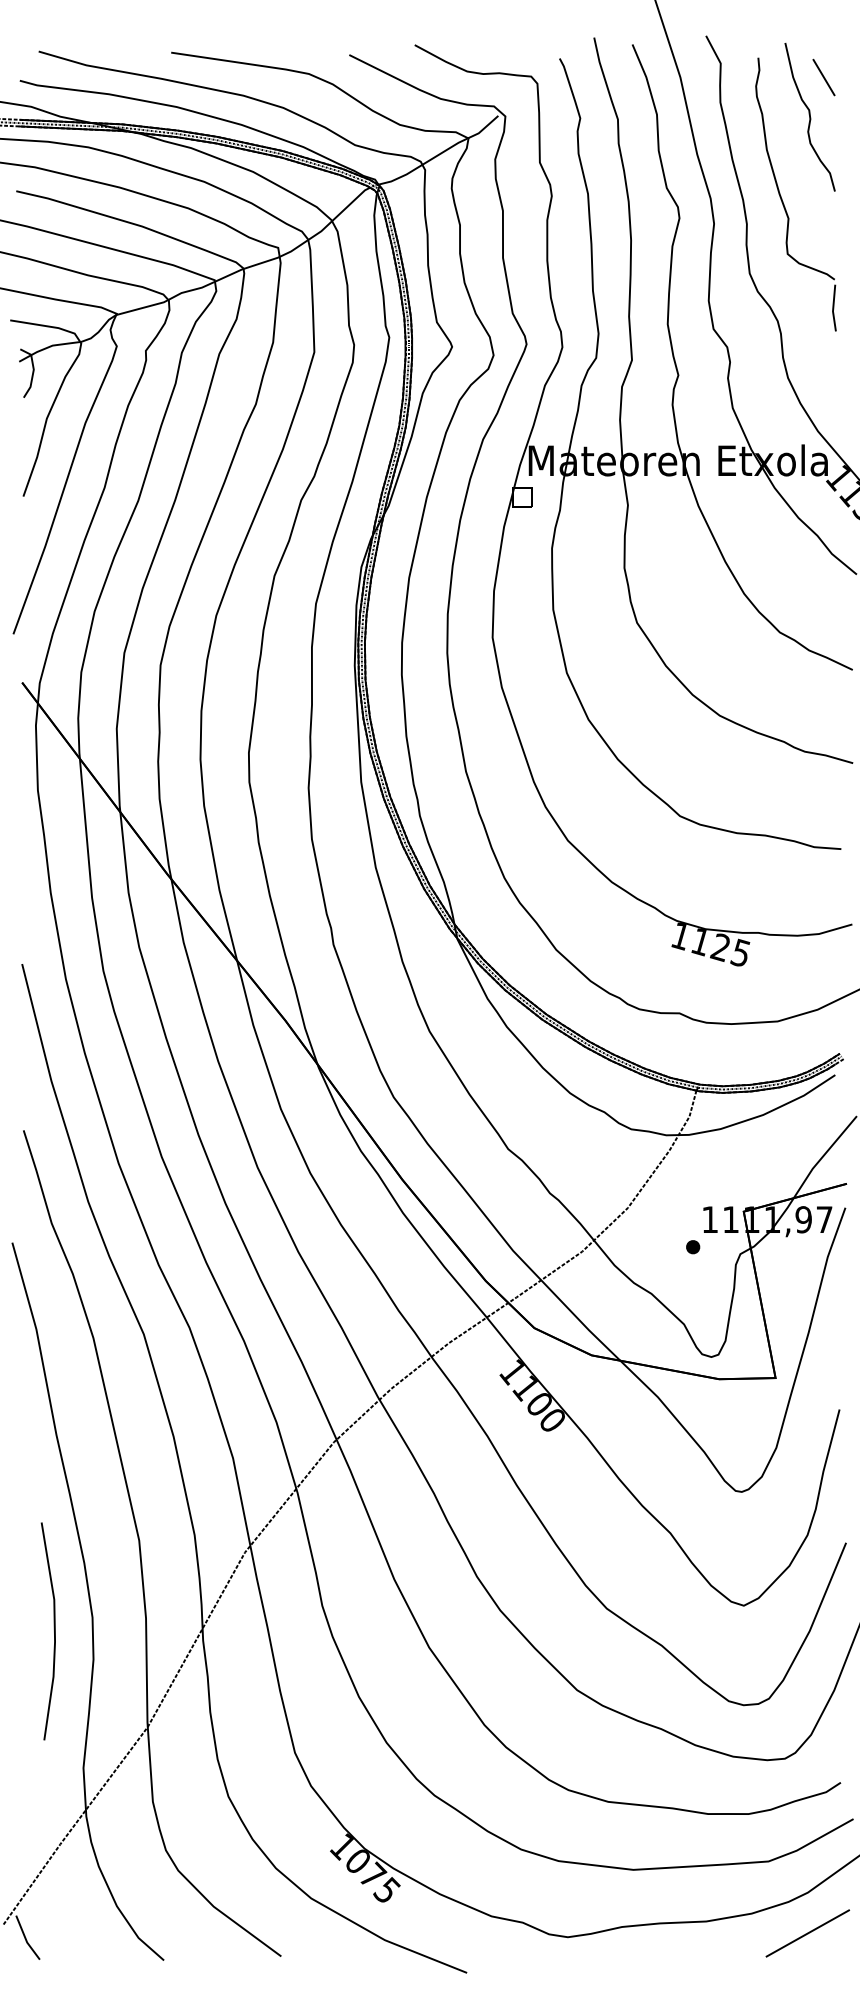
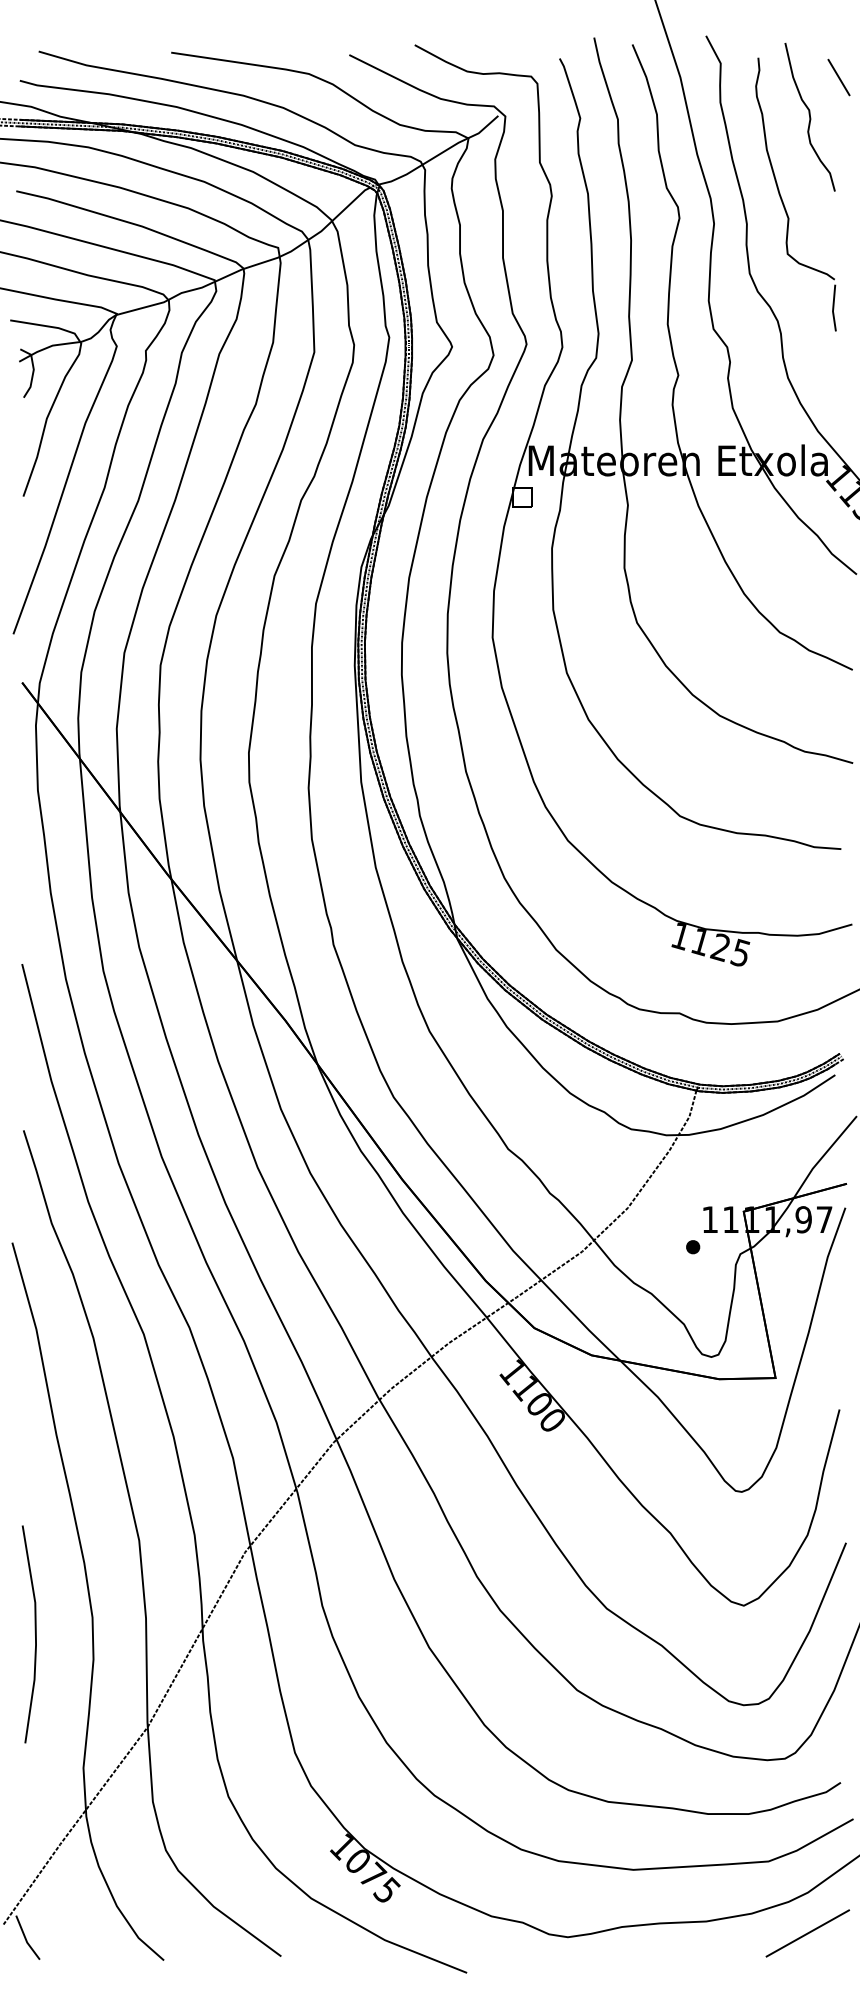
line at (823, 77) position: (823, 77) -> (838, 77)
line at (53, 1629) position: (53, 1629) -> (34, 1632)
